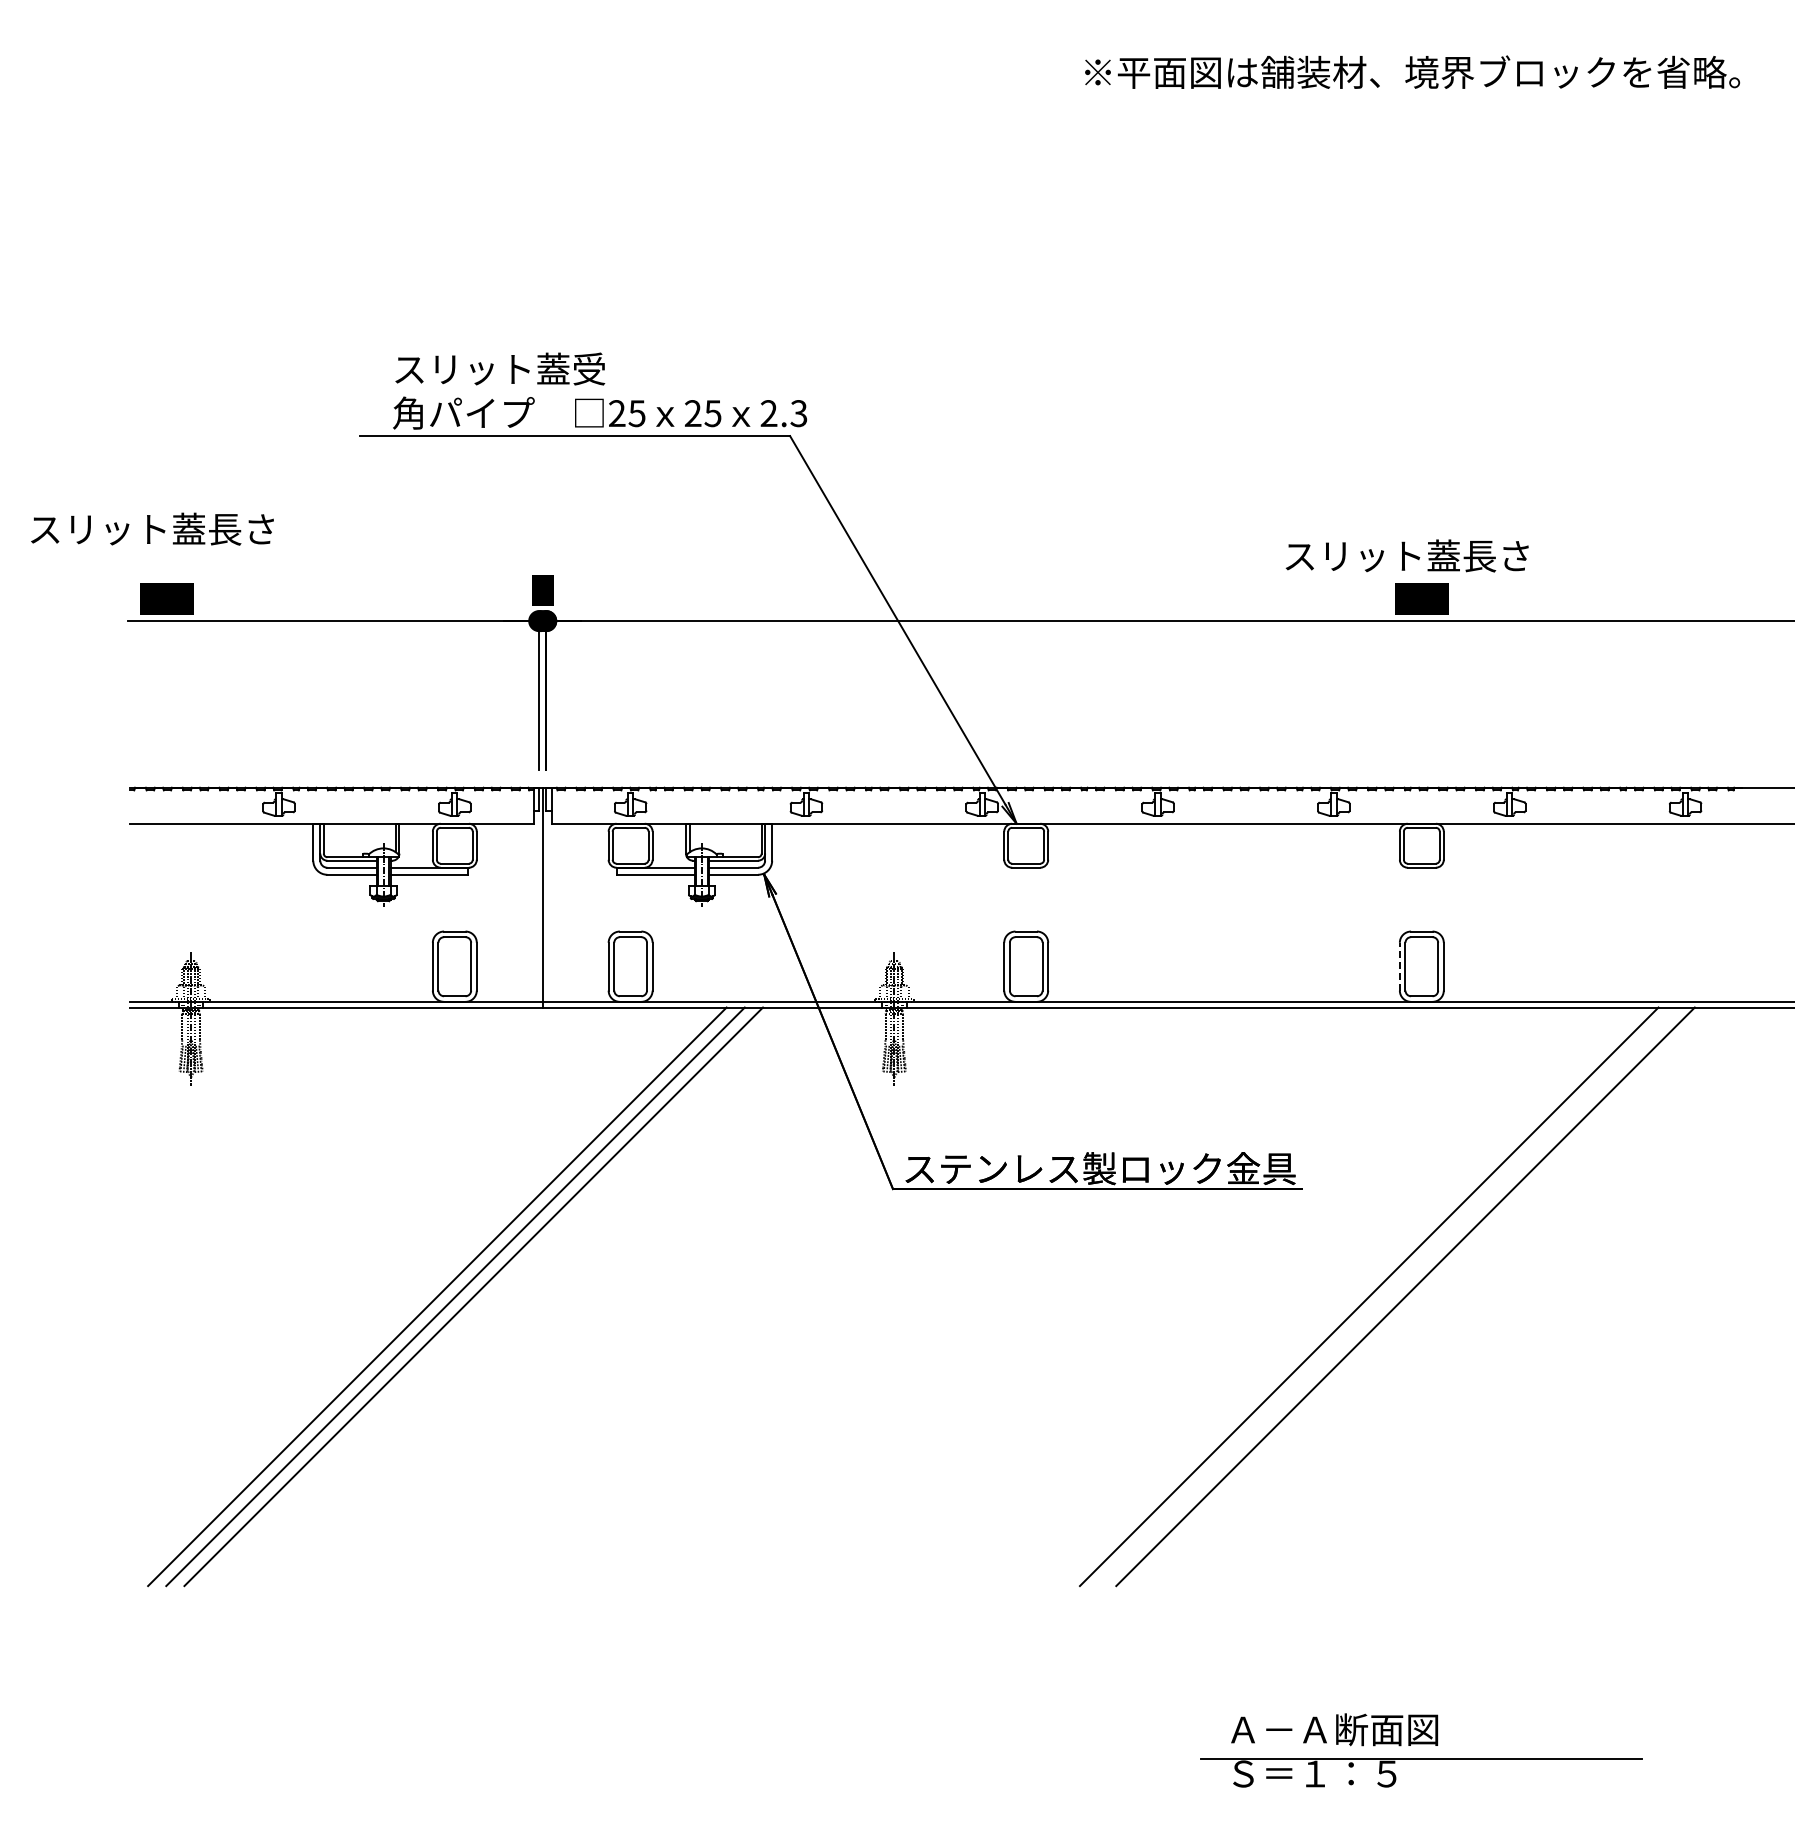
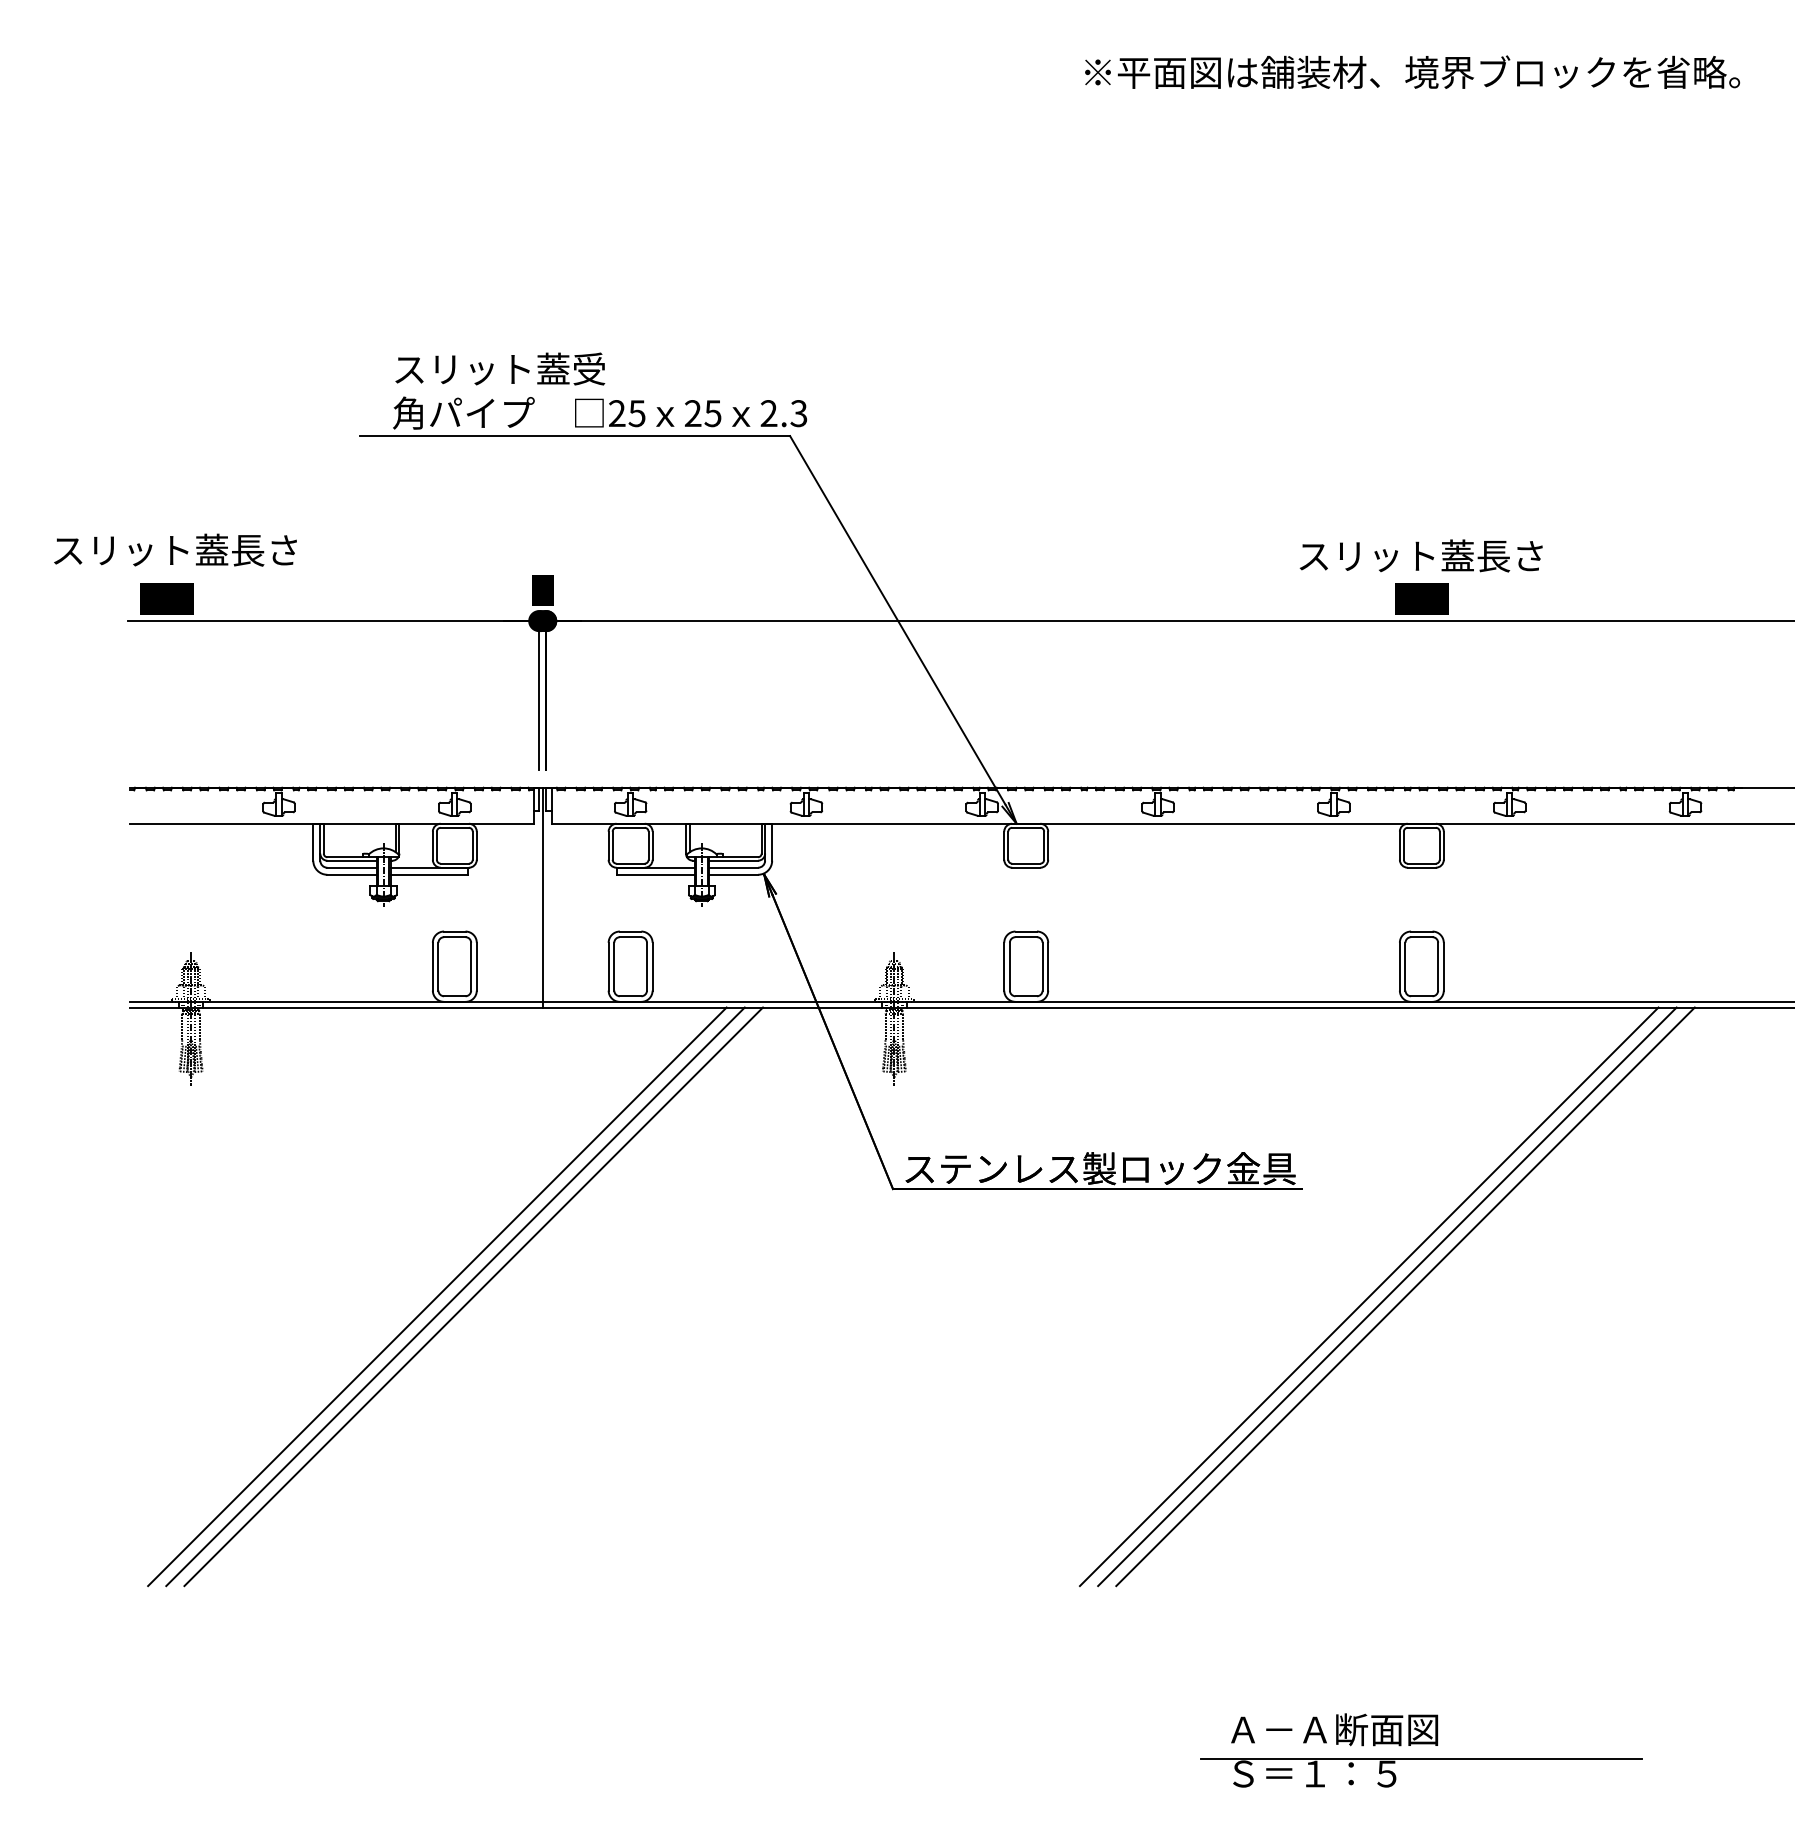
text at (152, 528) position: (152, 528) -> (175, 549)
text at (1406, 555) position: (1406, 555) -> (1420, 555)
line at (1399, 966): dashed -> solid
line at (1387, 1296): none -> present
